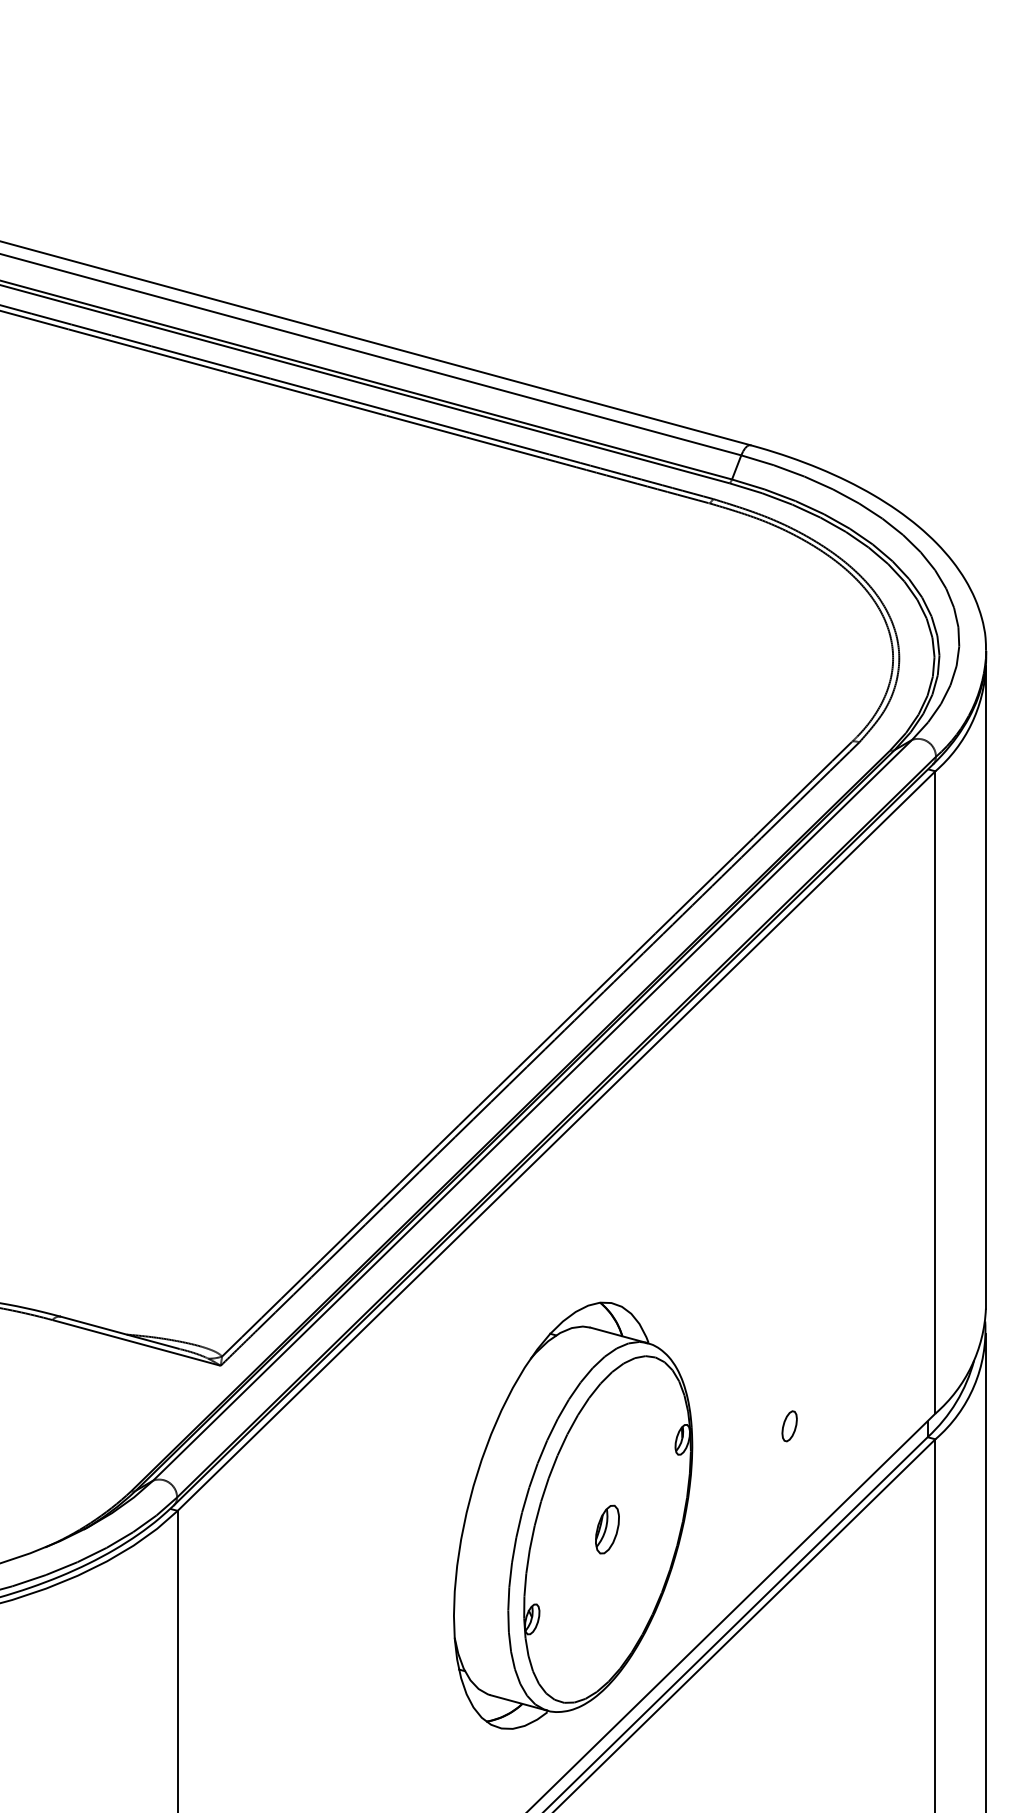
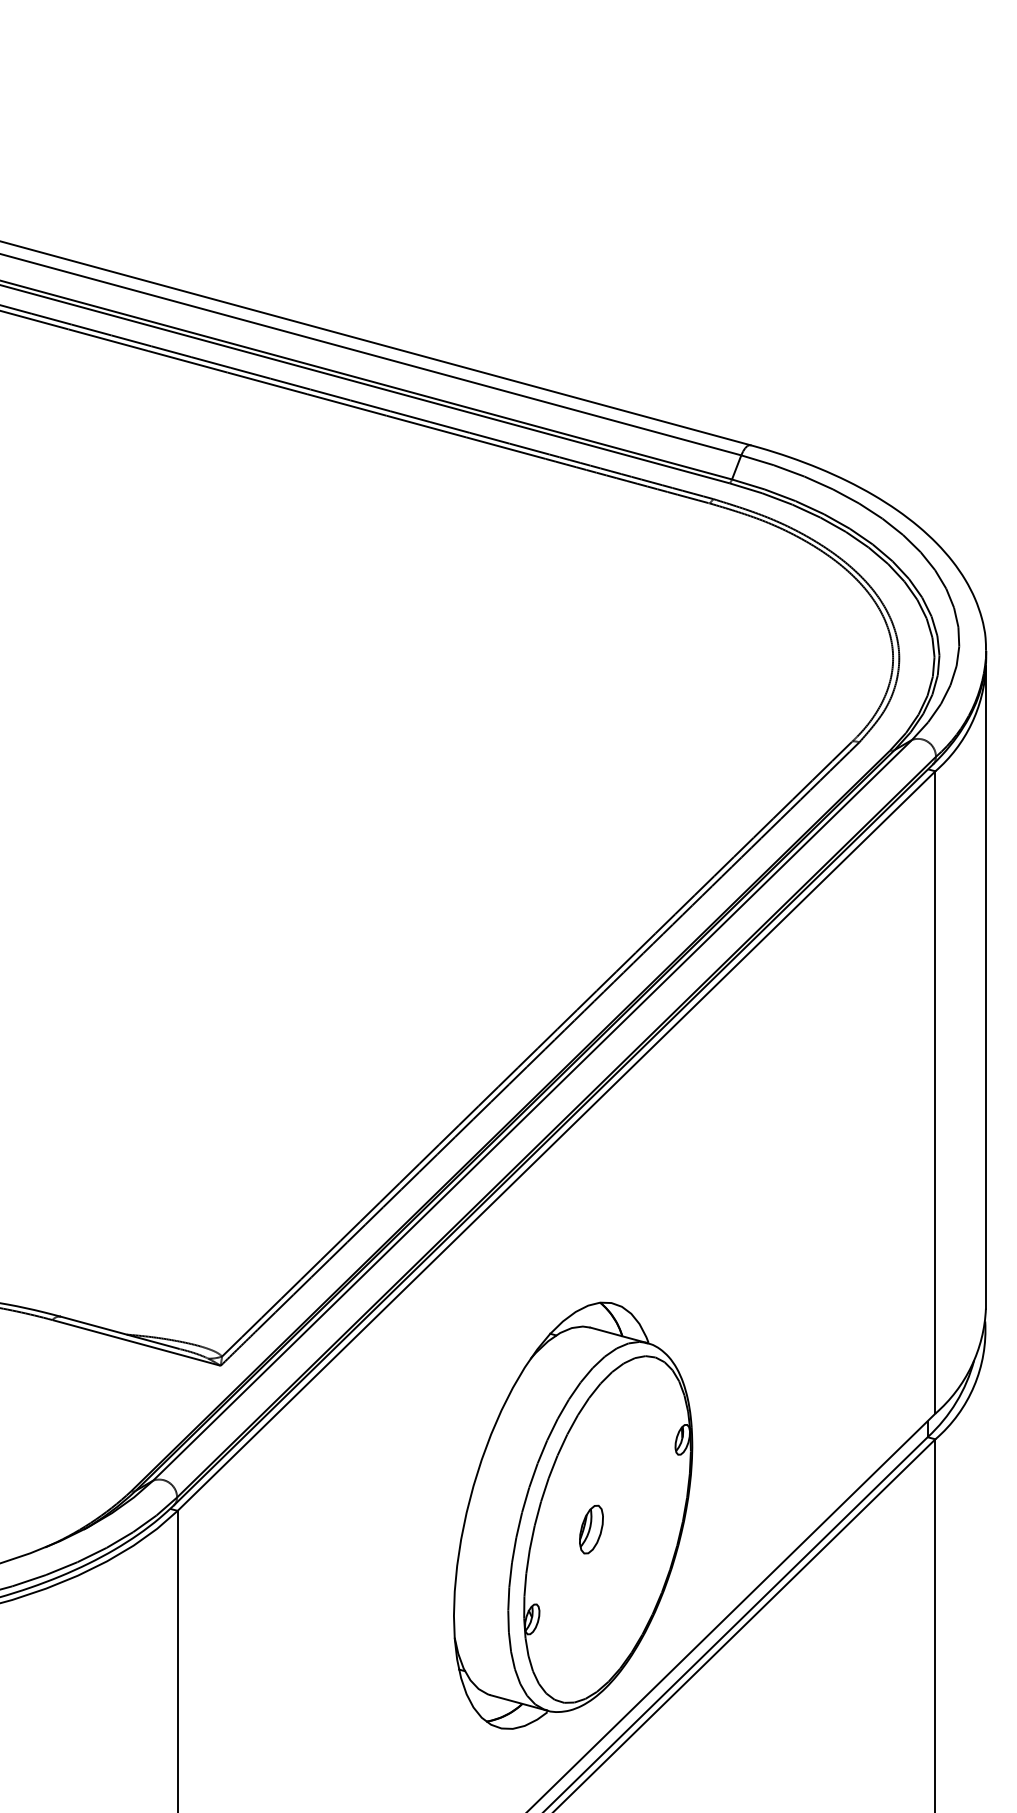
part at (789, 1426): present -> none
part at (607, 1529) position: (607, 1529) -> (591, 1529)
line at (985, 1571): present -> none
